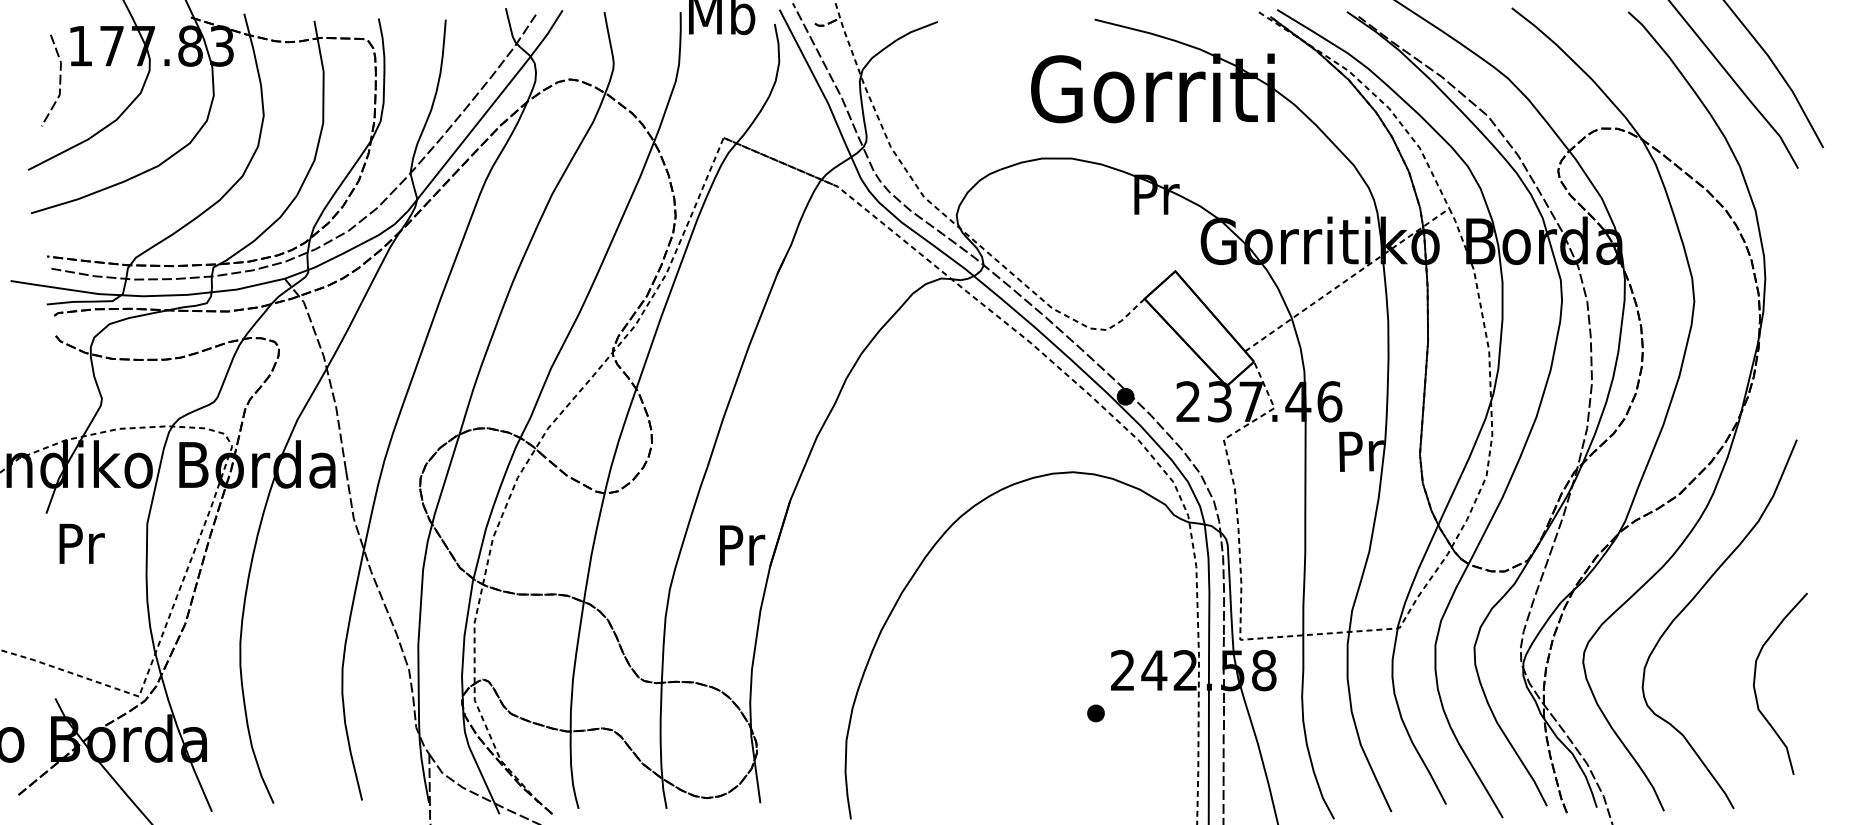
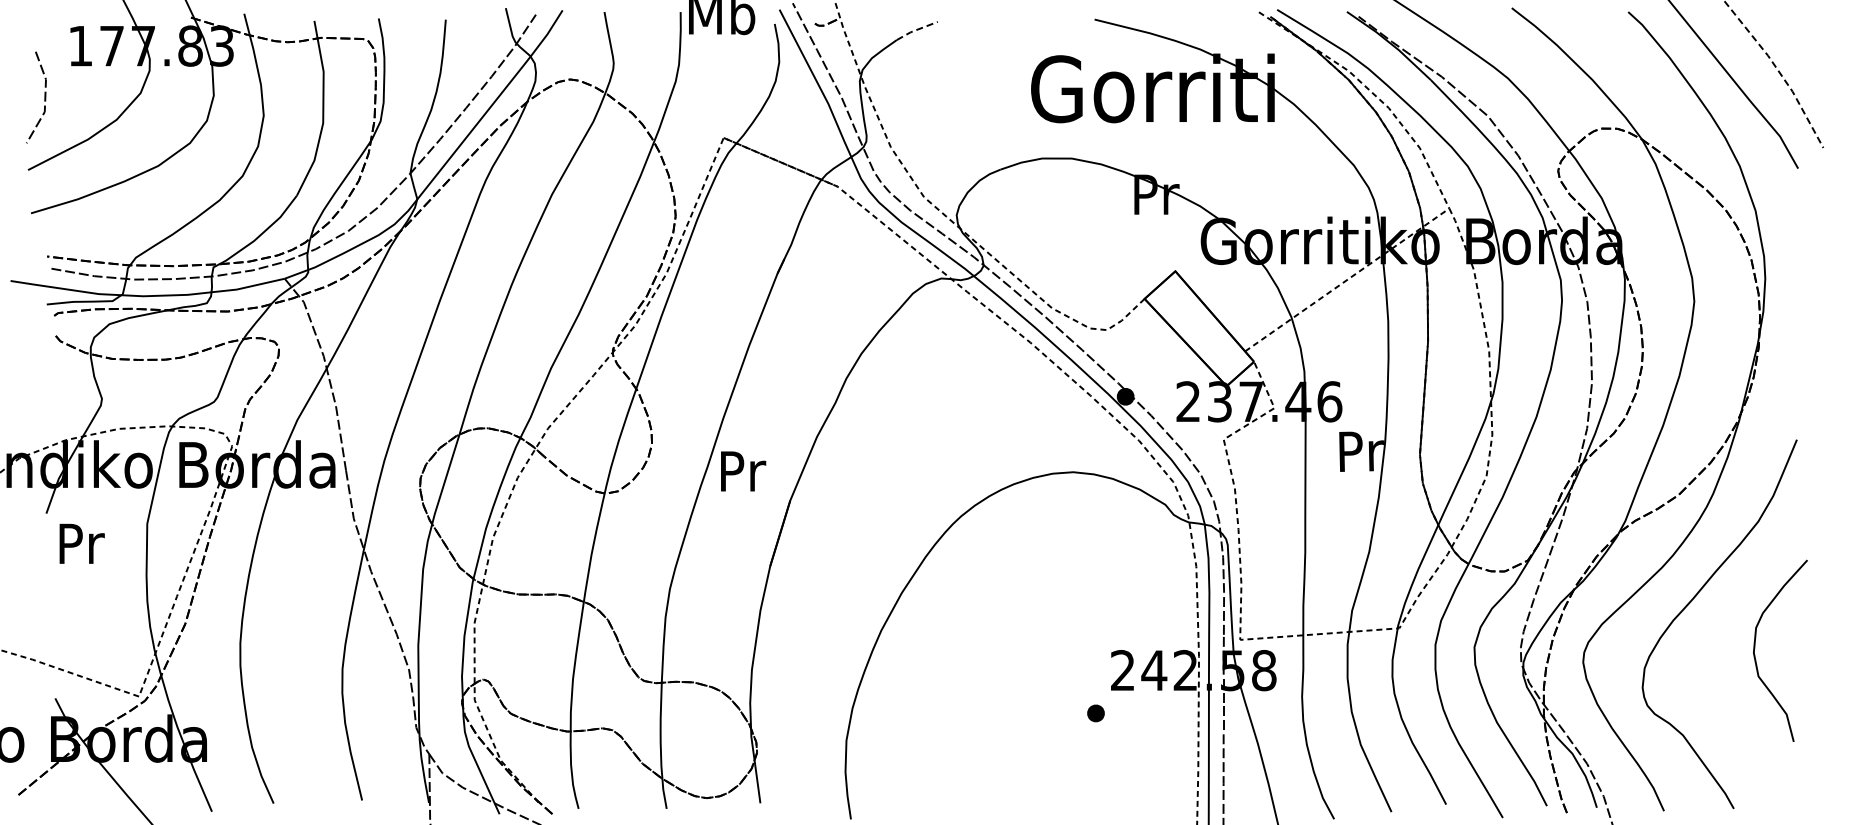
line at (917, 29): solid -> dashed
line at (1778, 71): solid -> dashed
line at (59, 80) position: (59, 80) -> (44, 97)
text at (742, 545) position: (742, 545) -> (743, 471)
curve at (1755, 681) position: (1755, 681) -> (1755, 648)
